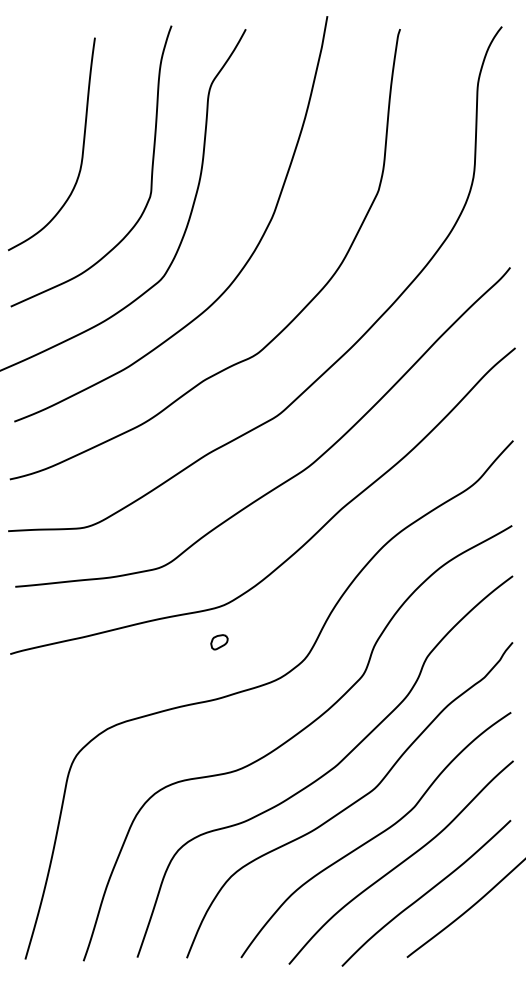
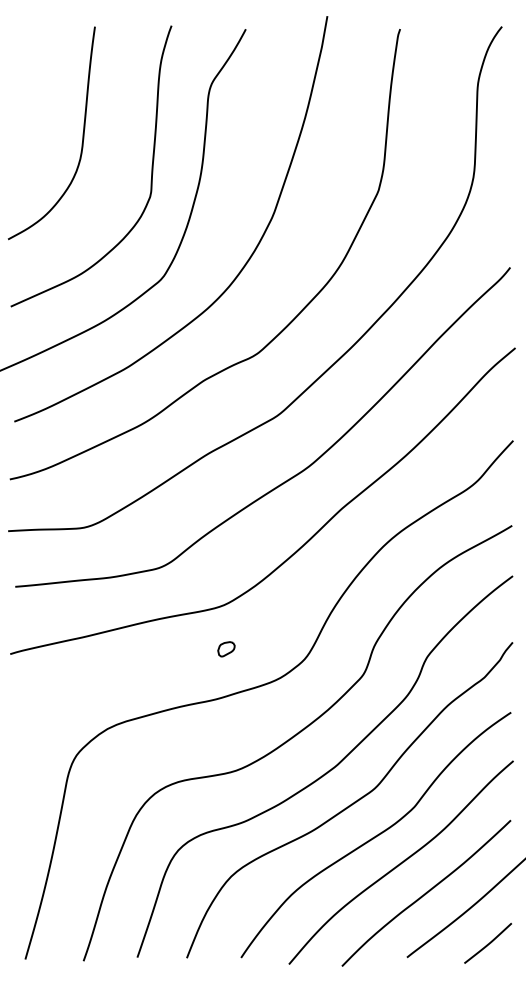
curve at (82, 144) position: (82, 144) -> (82, 133)
part at (219, 642) position: (219, 642) -> (226, 649)
curve at (488, 943): none -> present
